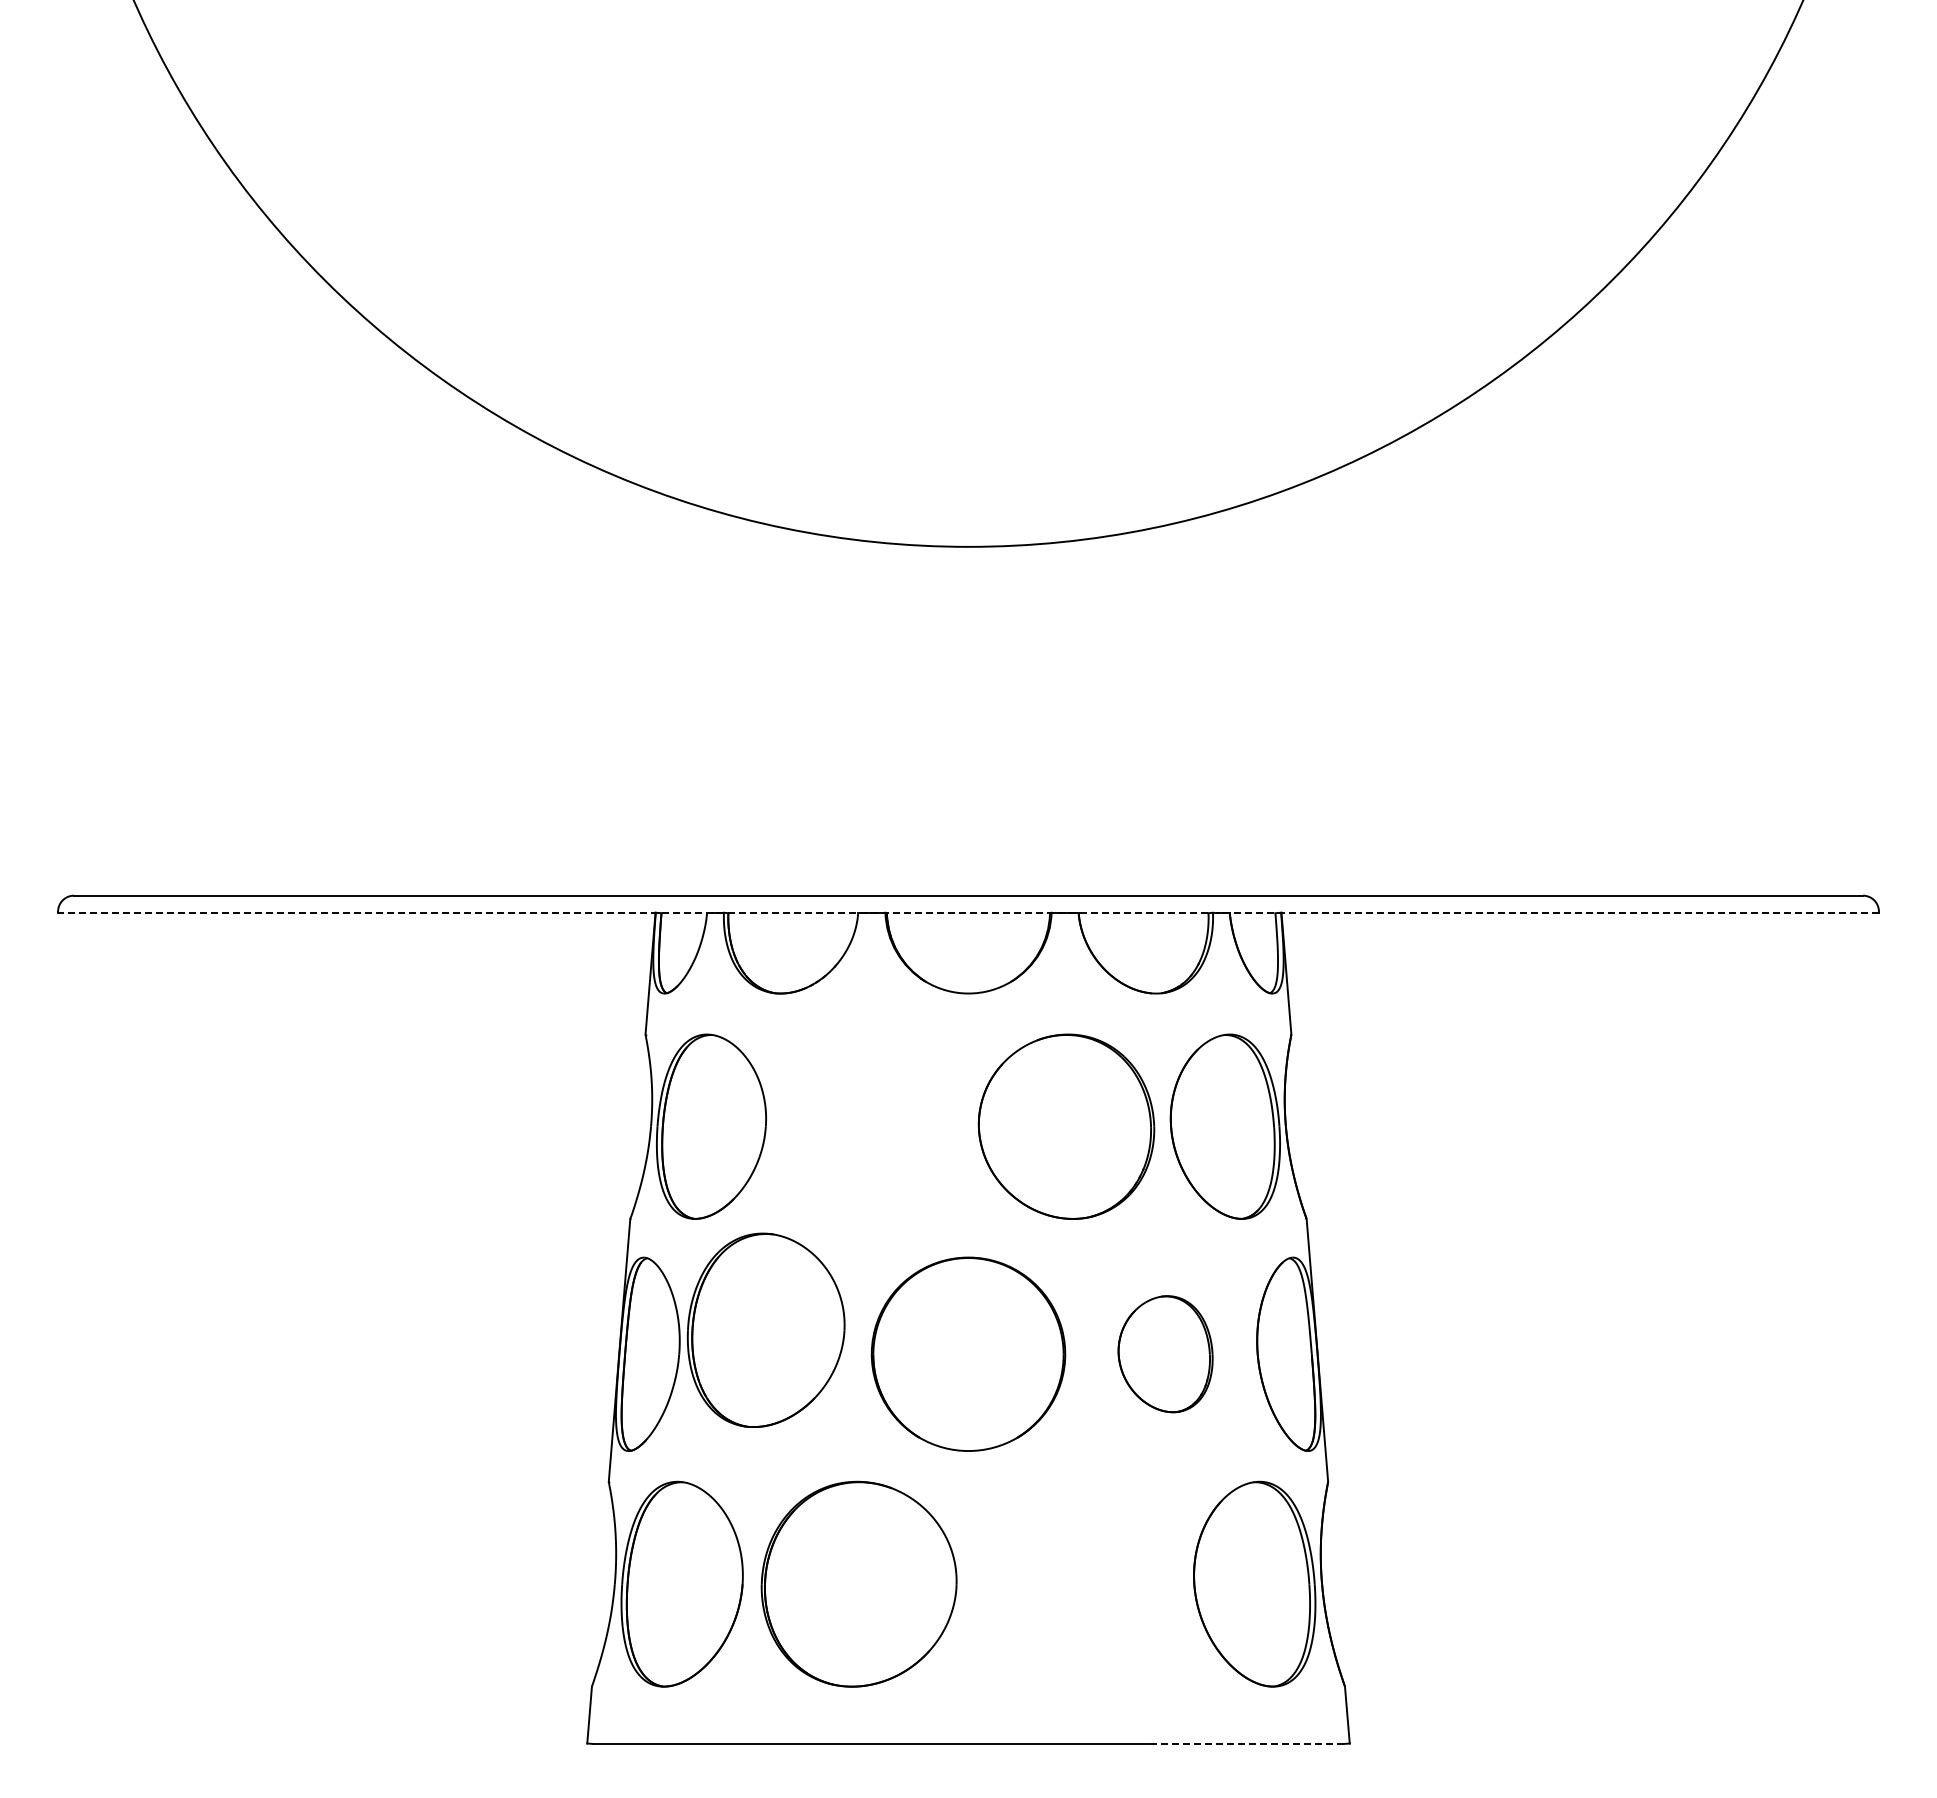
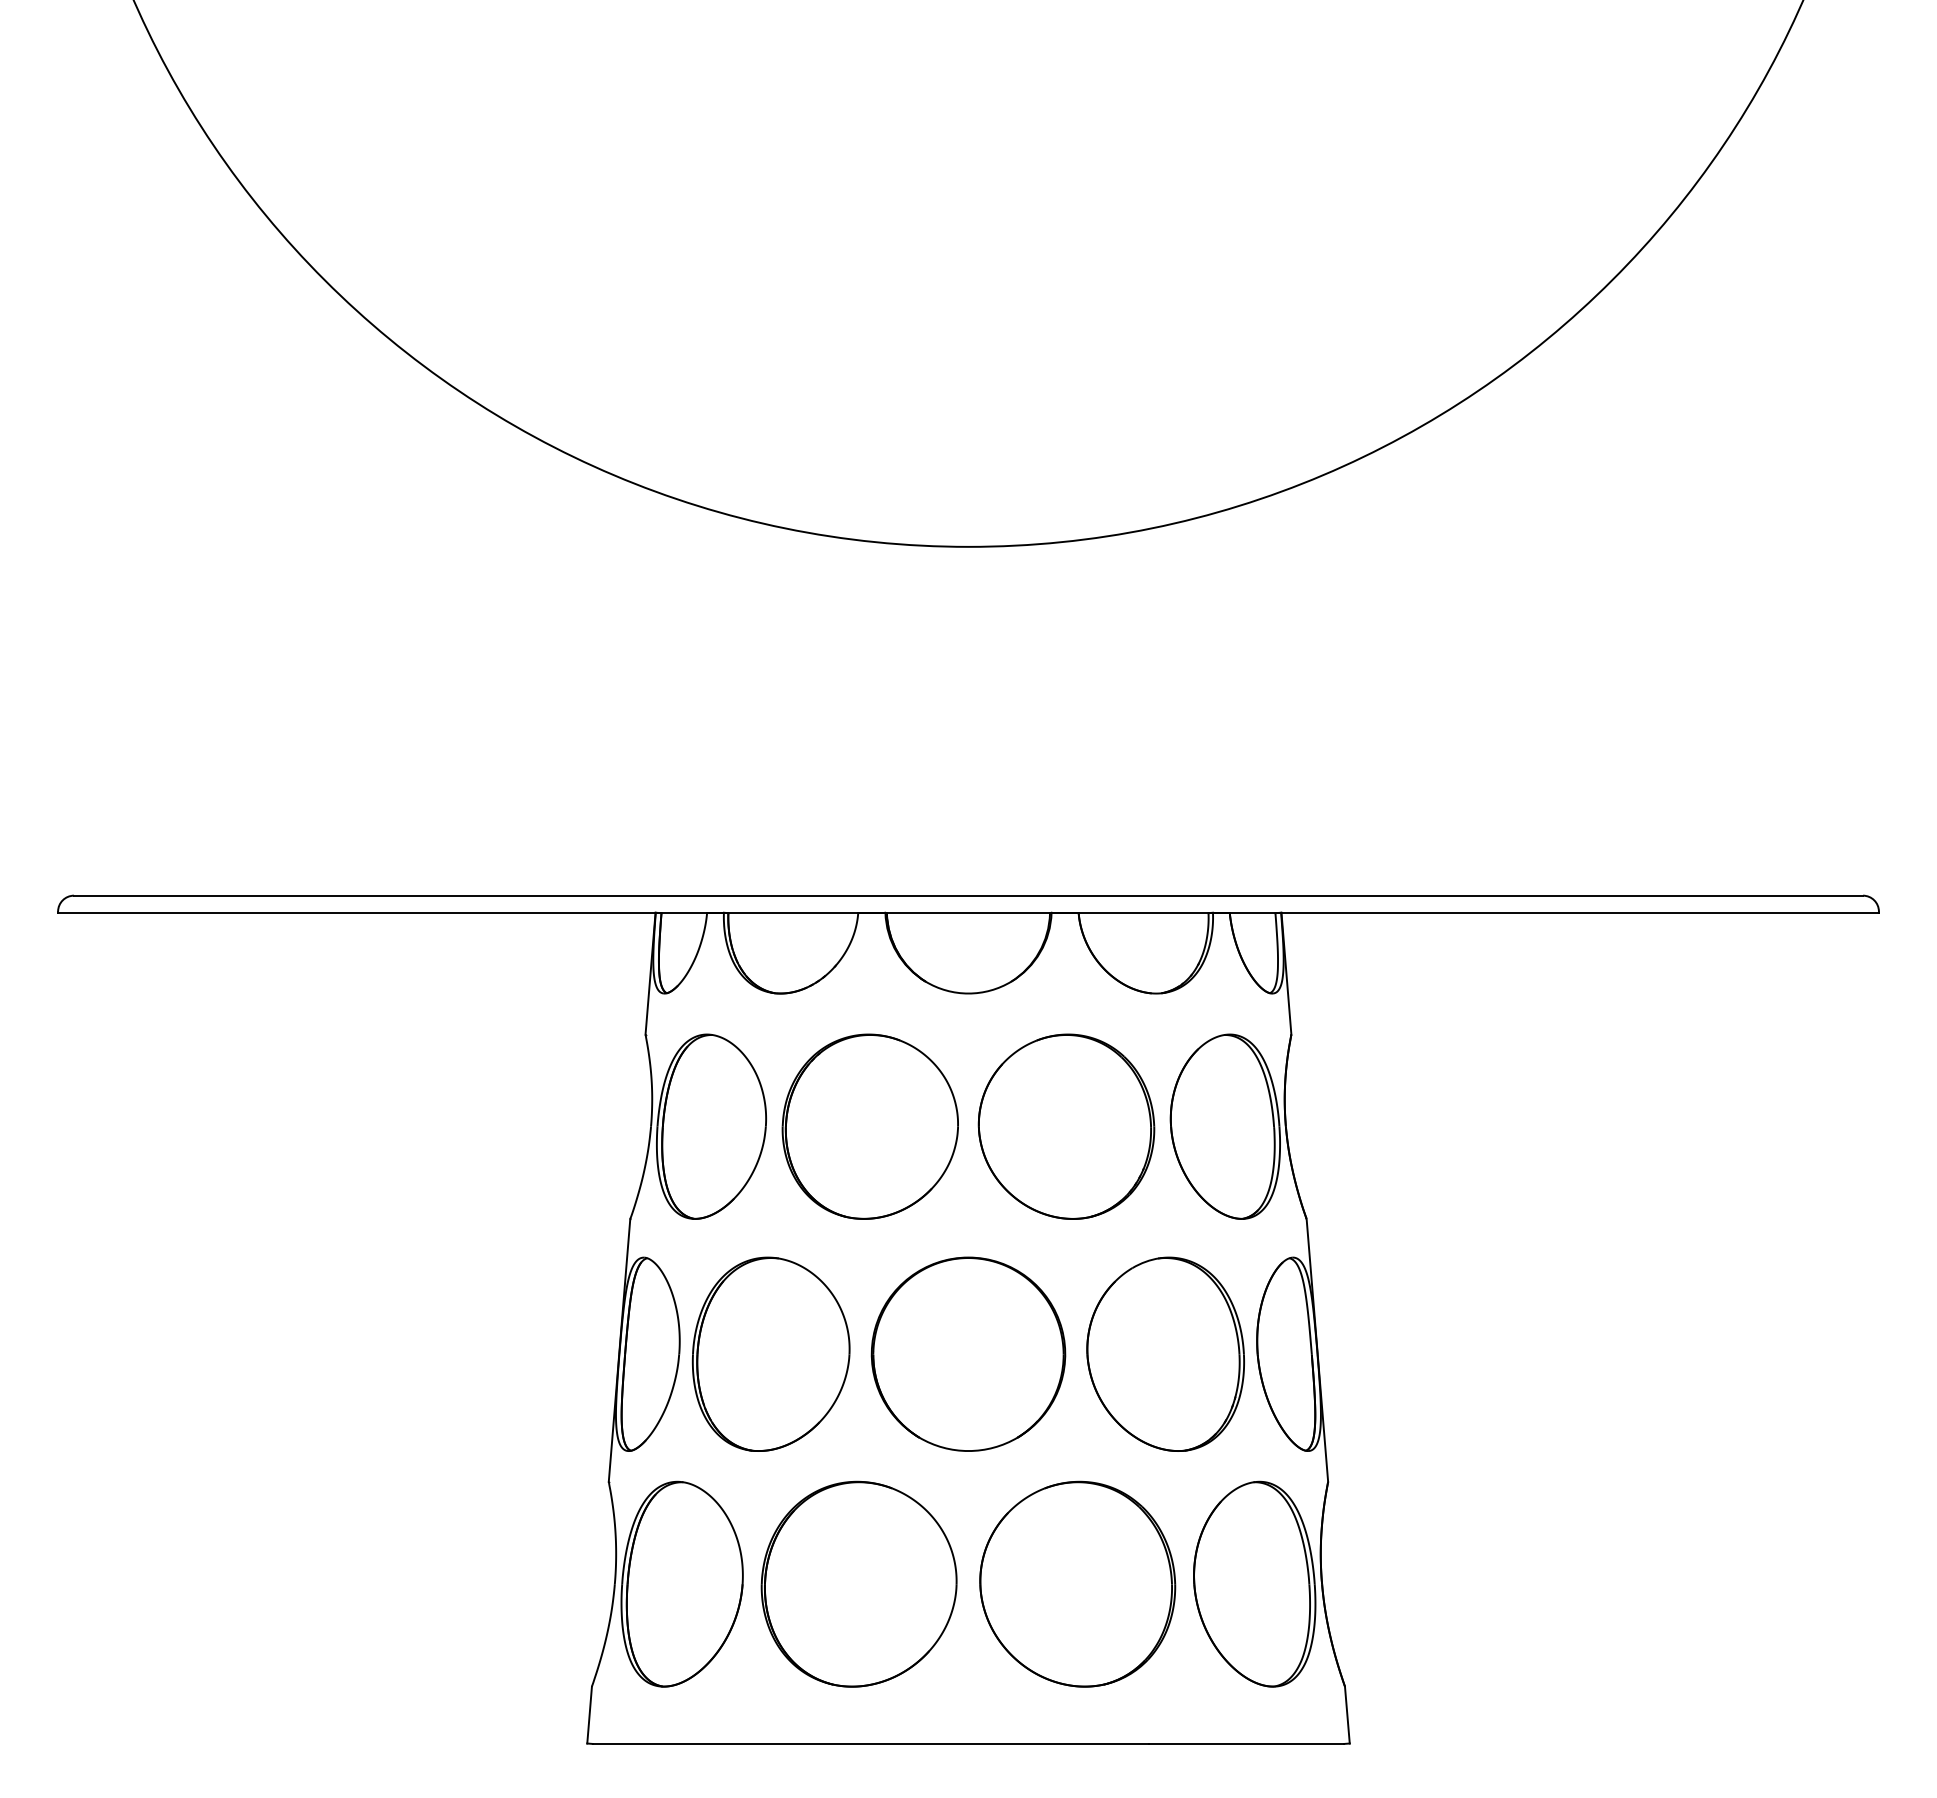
line at (968, 912): dashed -> solid
part at (869, 1126): none -> present
part at (765, 1329) position: (765, 1329) -> (770, 1353)
part at (1165, 1354) size: 97x119 px -> 159x196 px
part at (1077, 1583): none -> present
line at (1246, 1743): dashed -> solid
